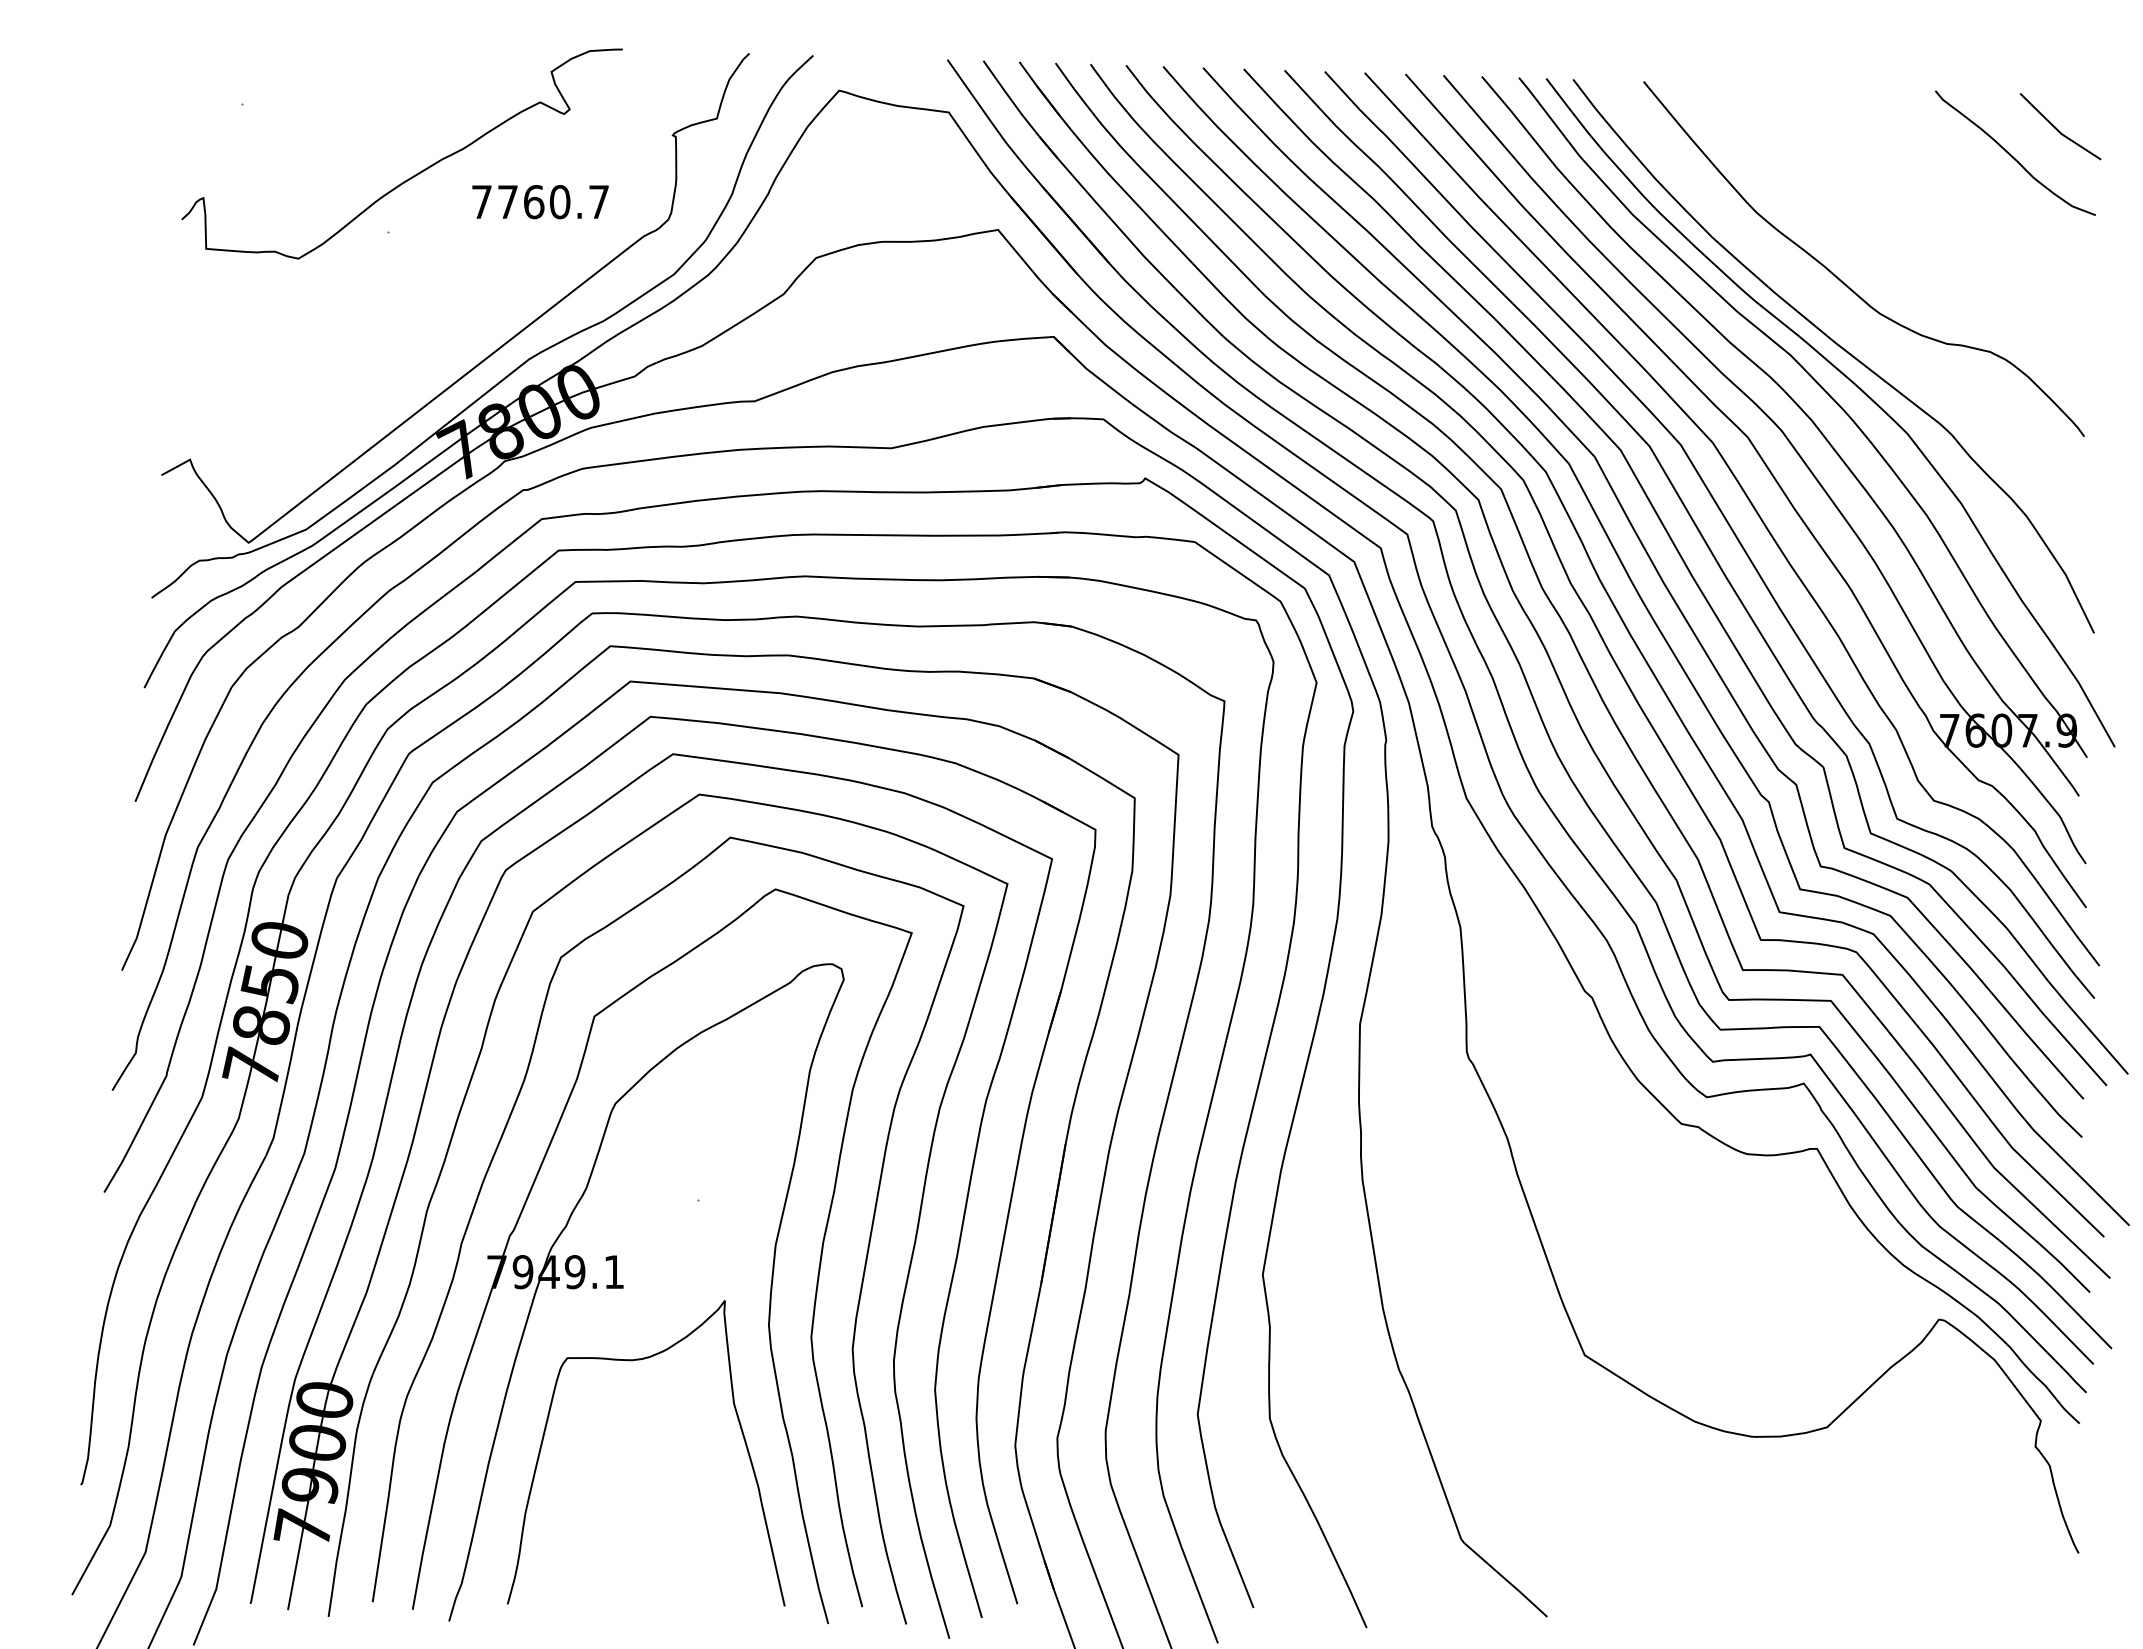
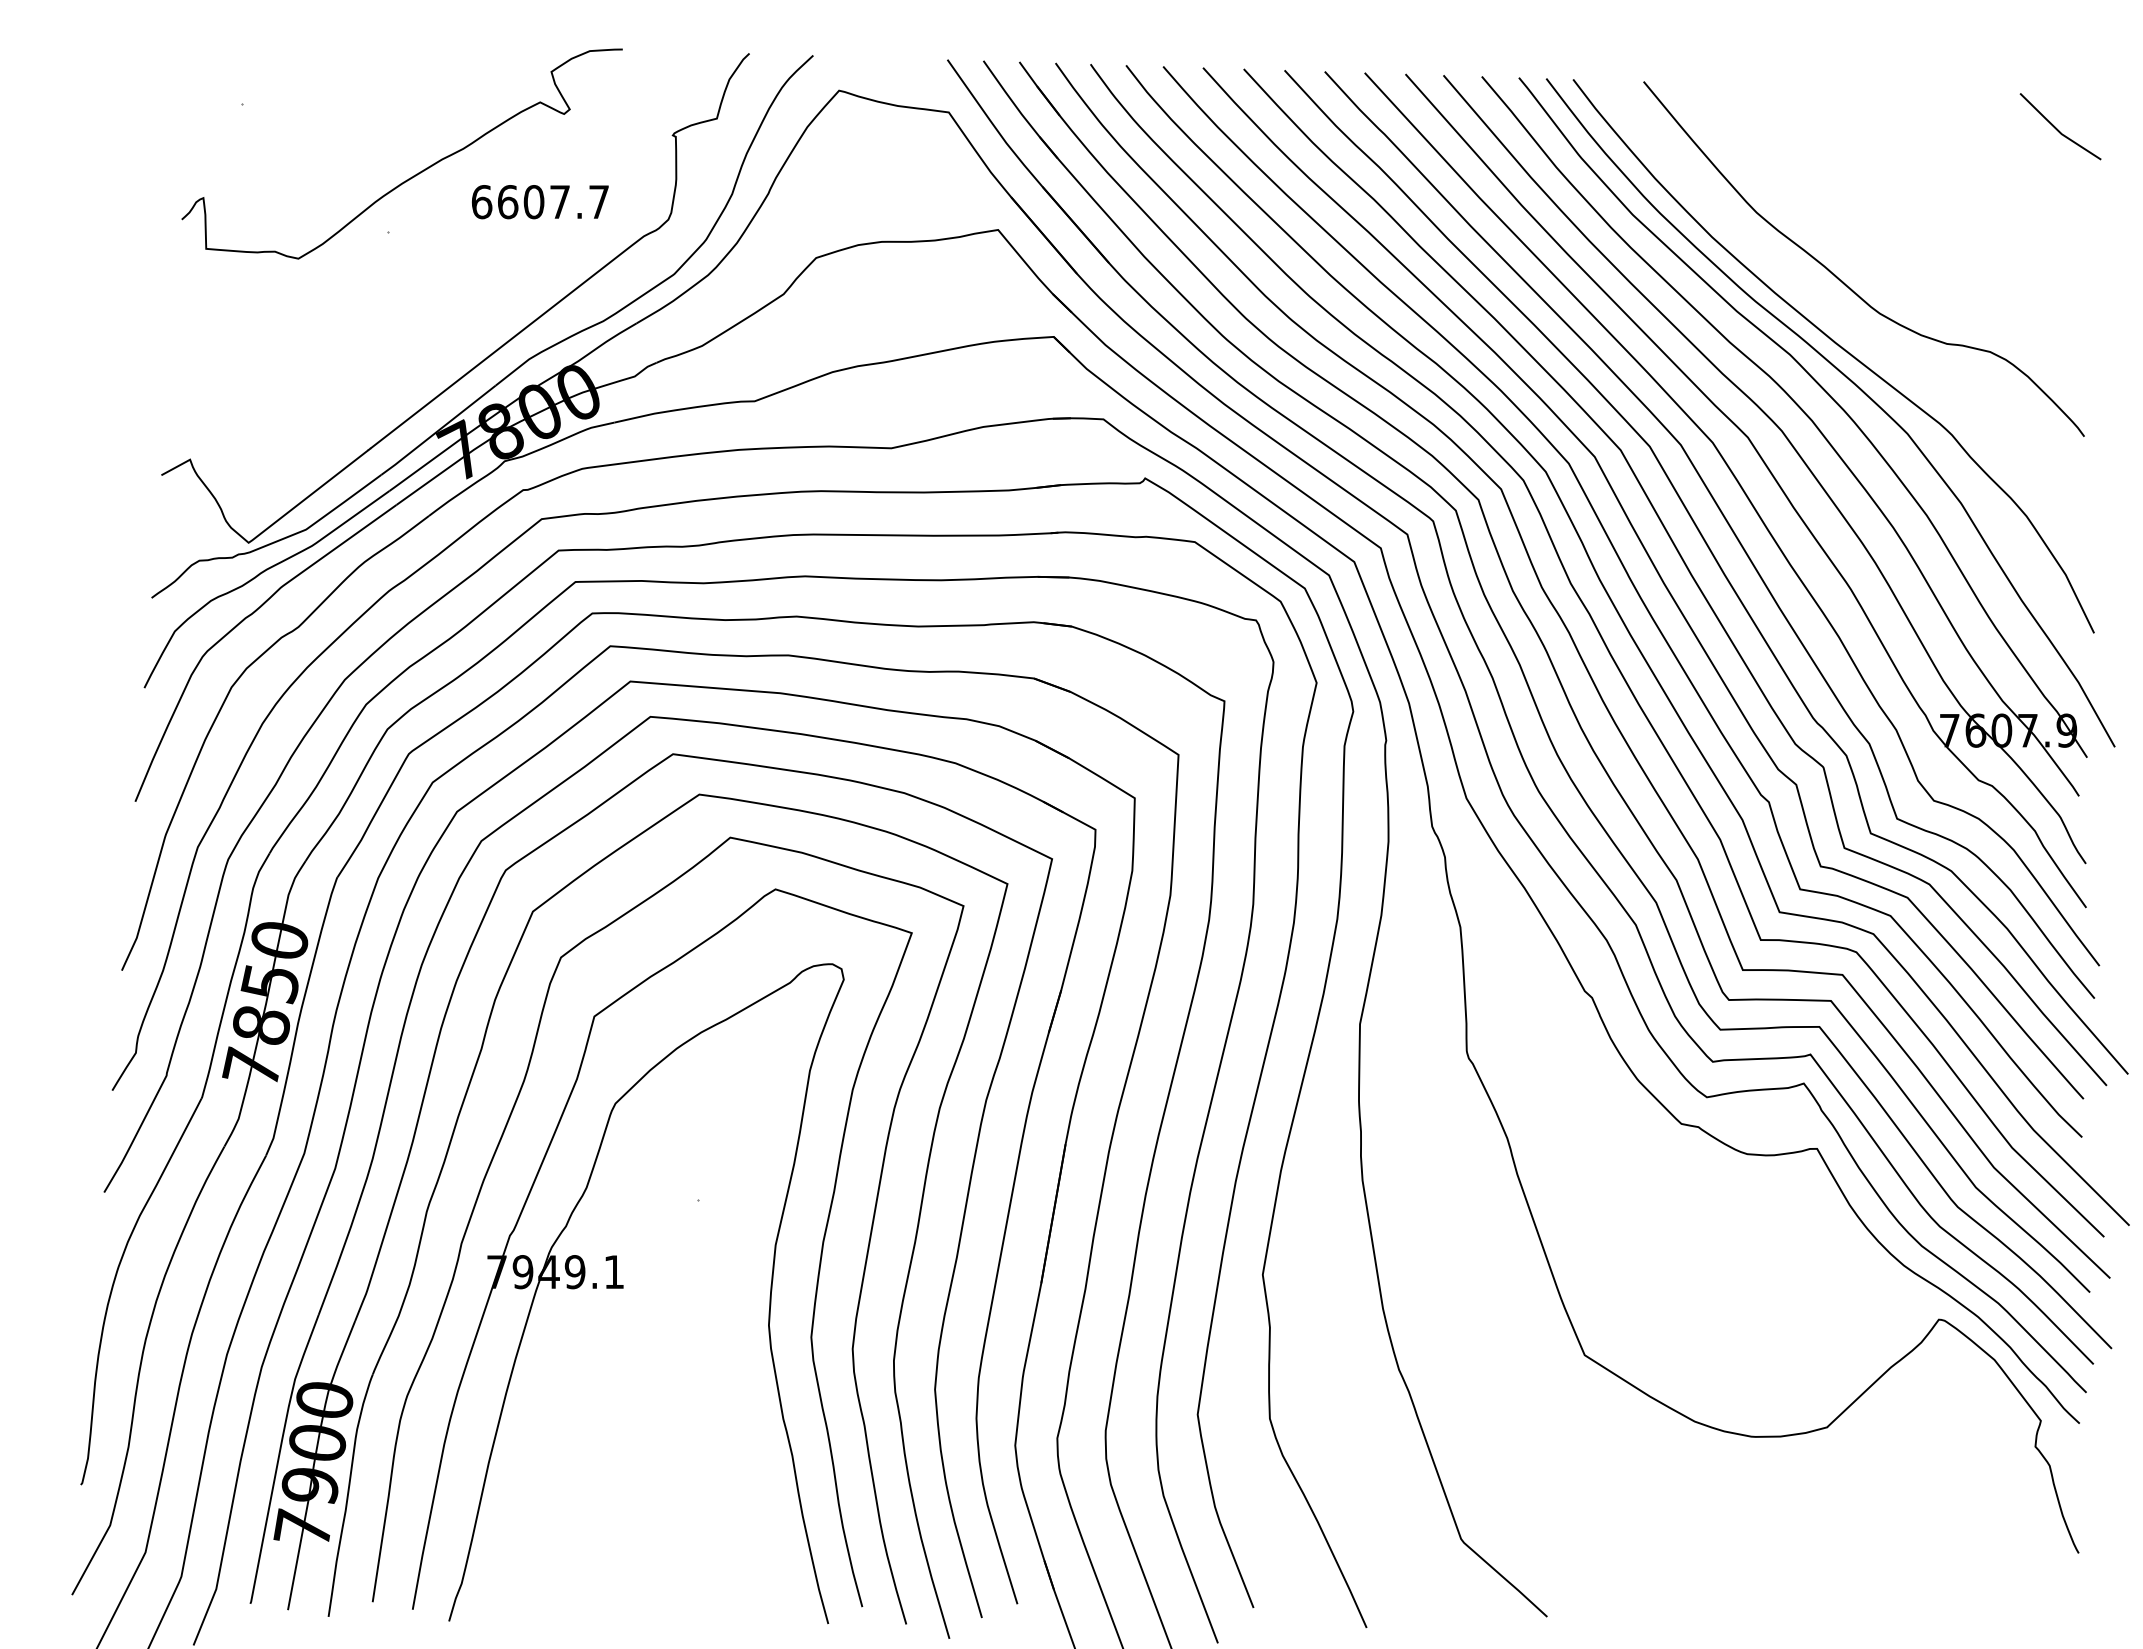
curve at (2012, 155): present -> none
text at (520, 202): 7760.7 -> 6607.7
curve at (632, 1361): present -> none
